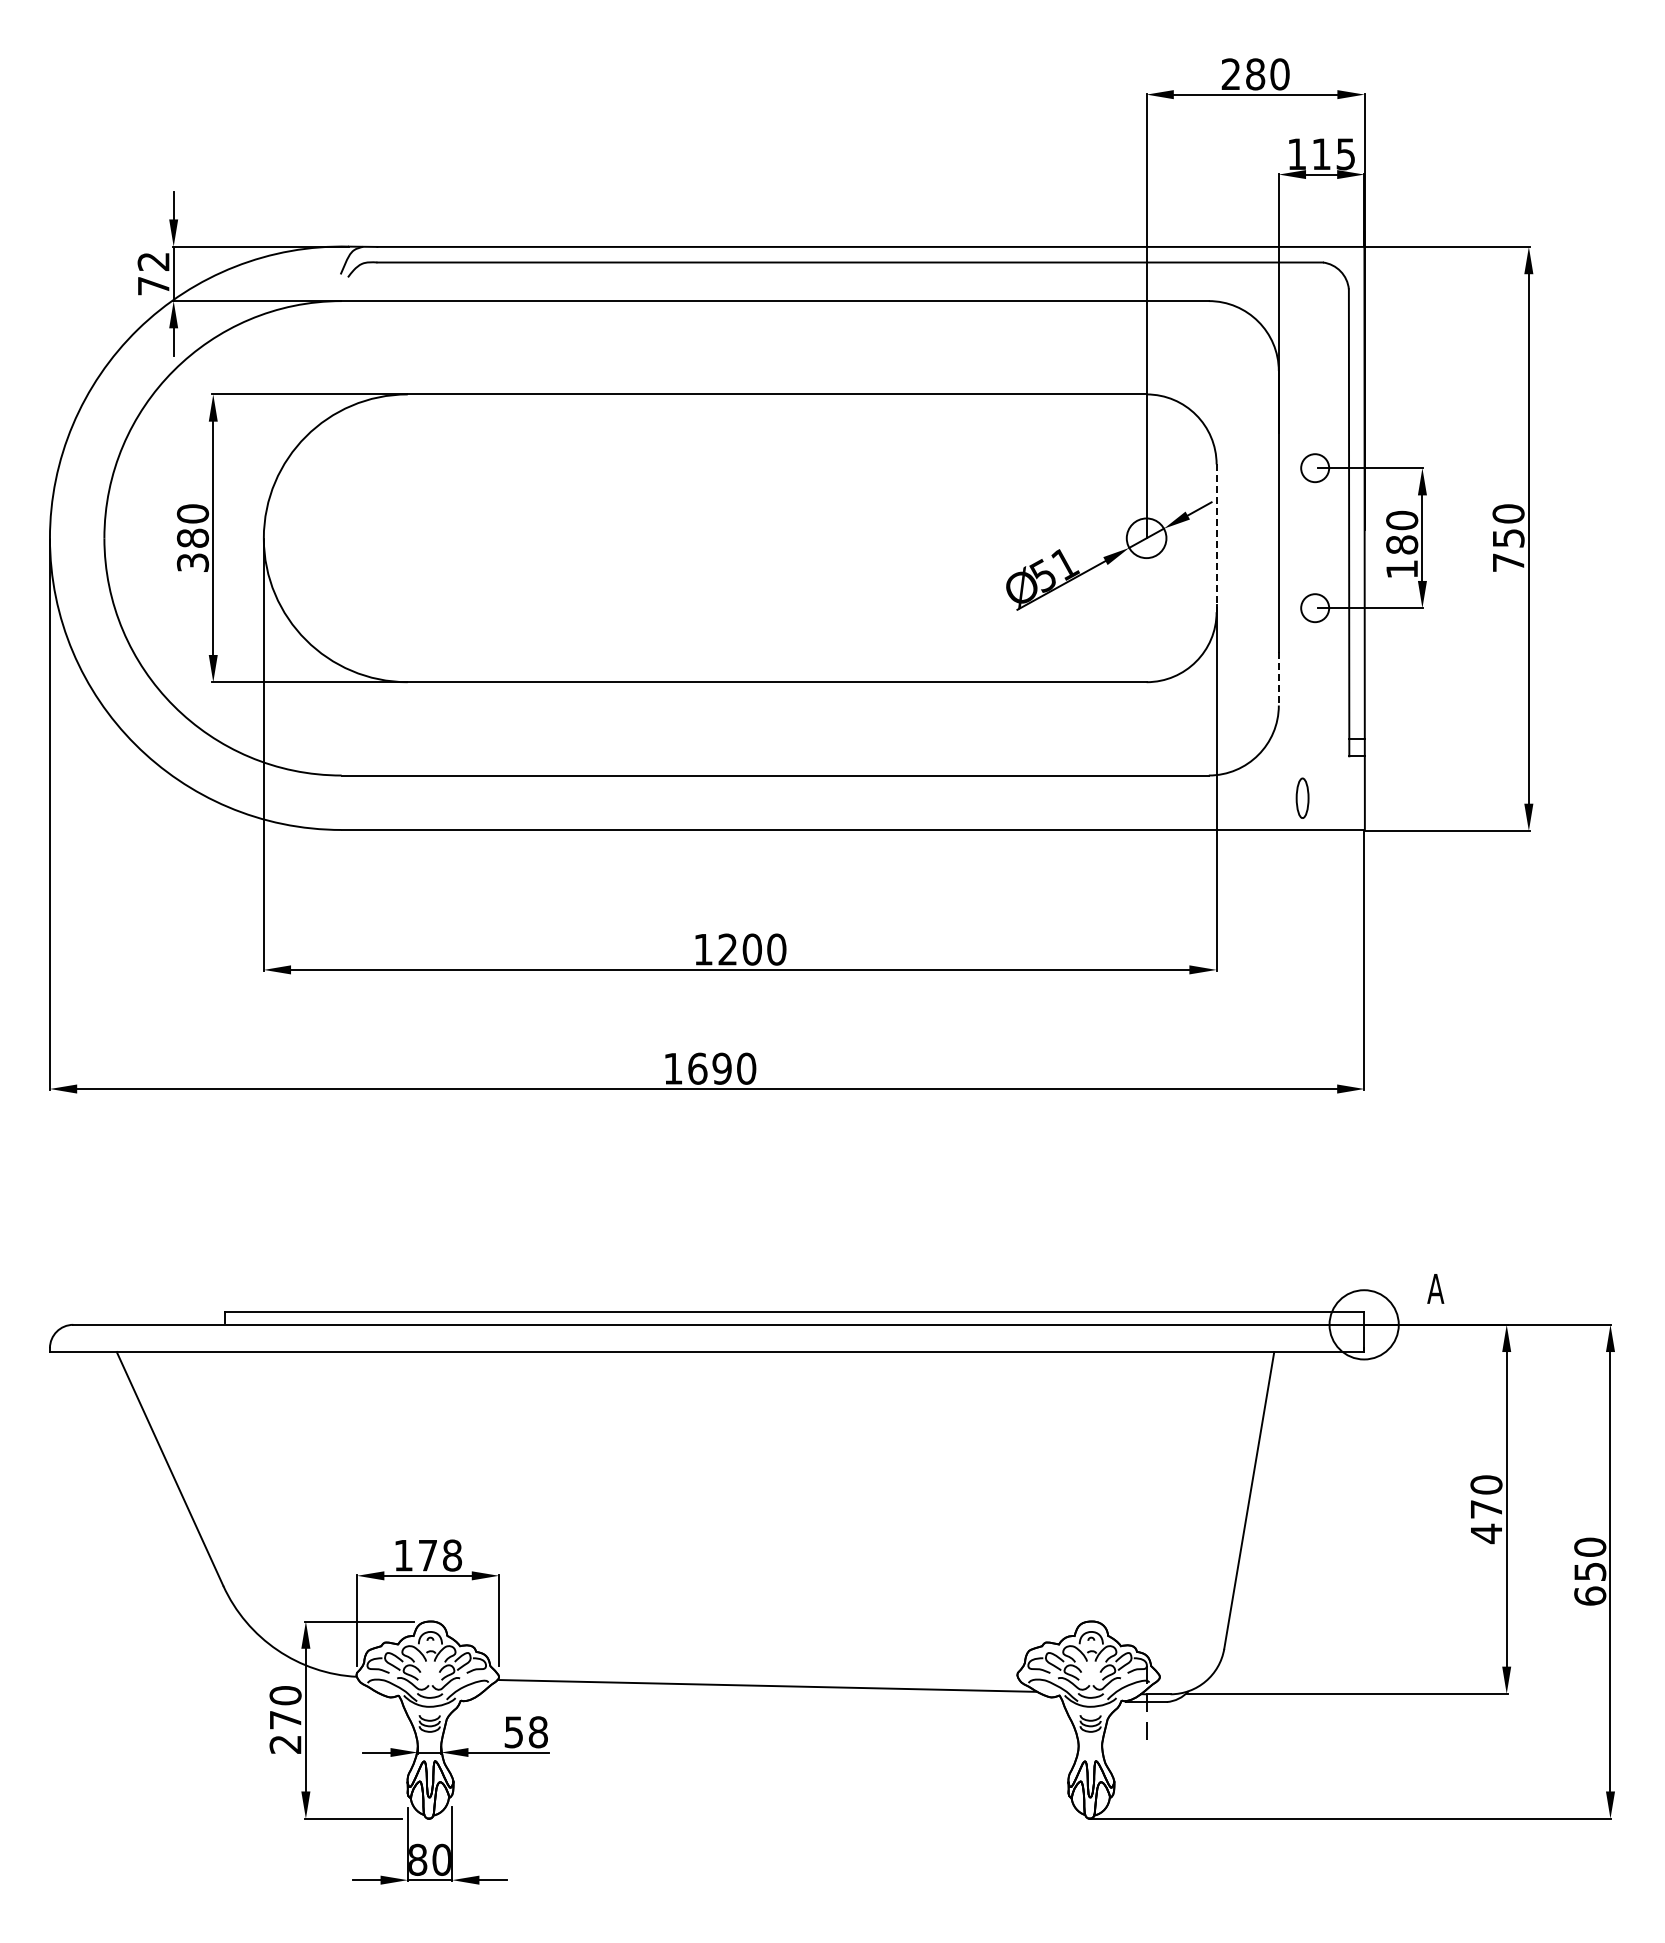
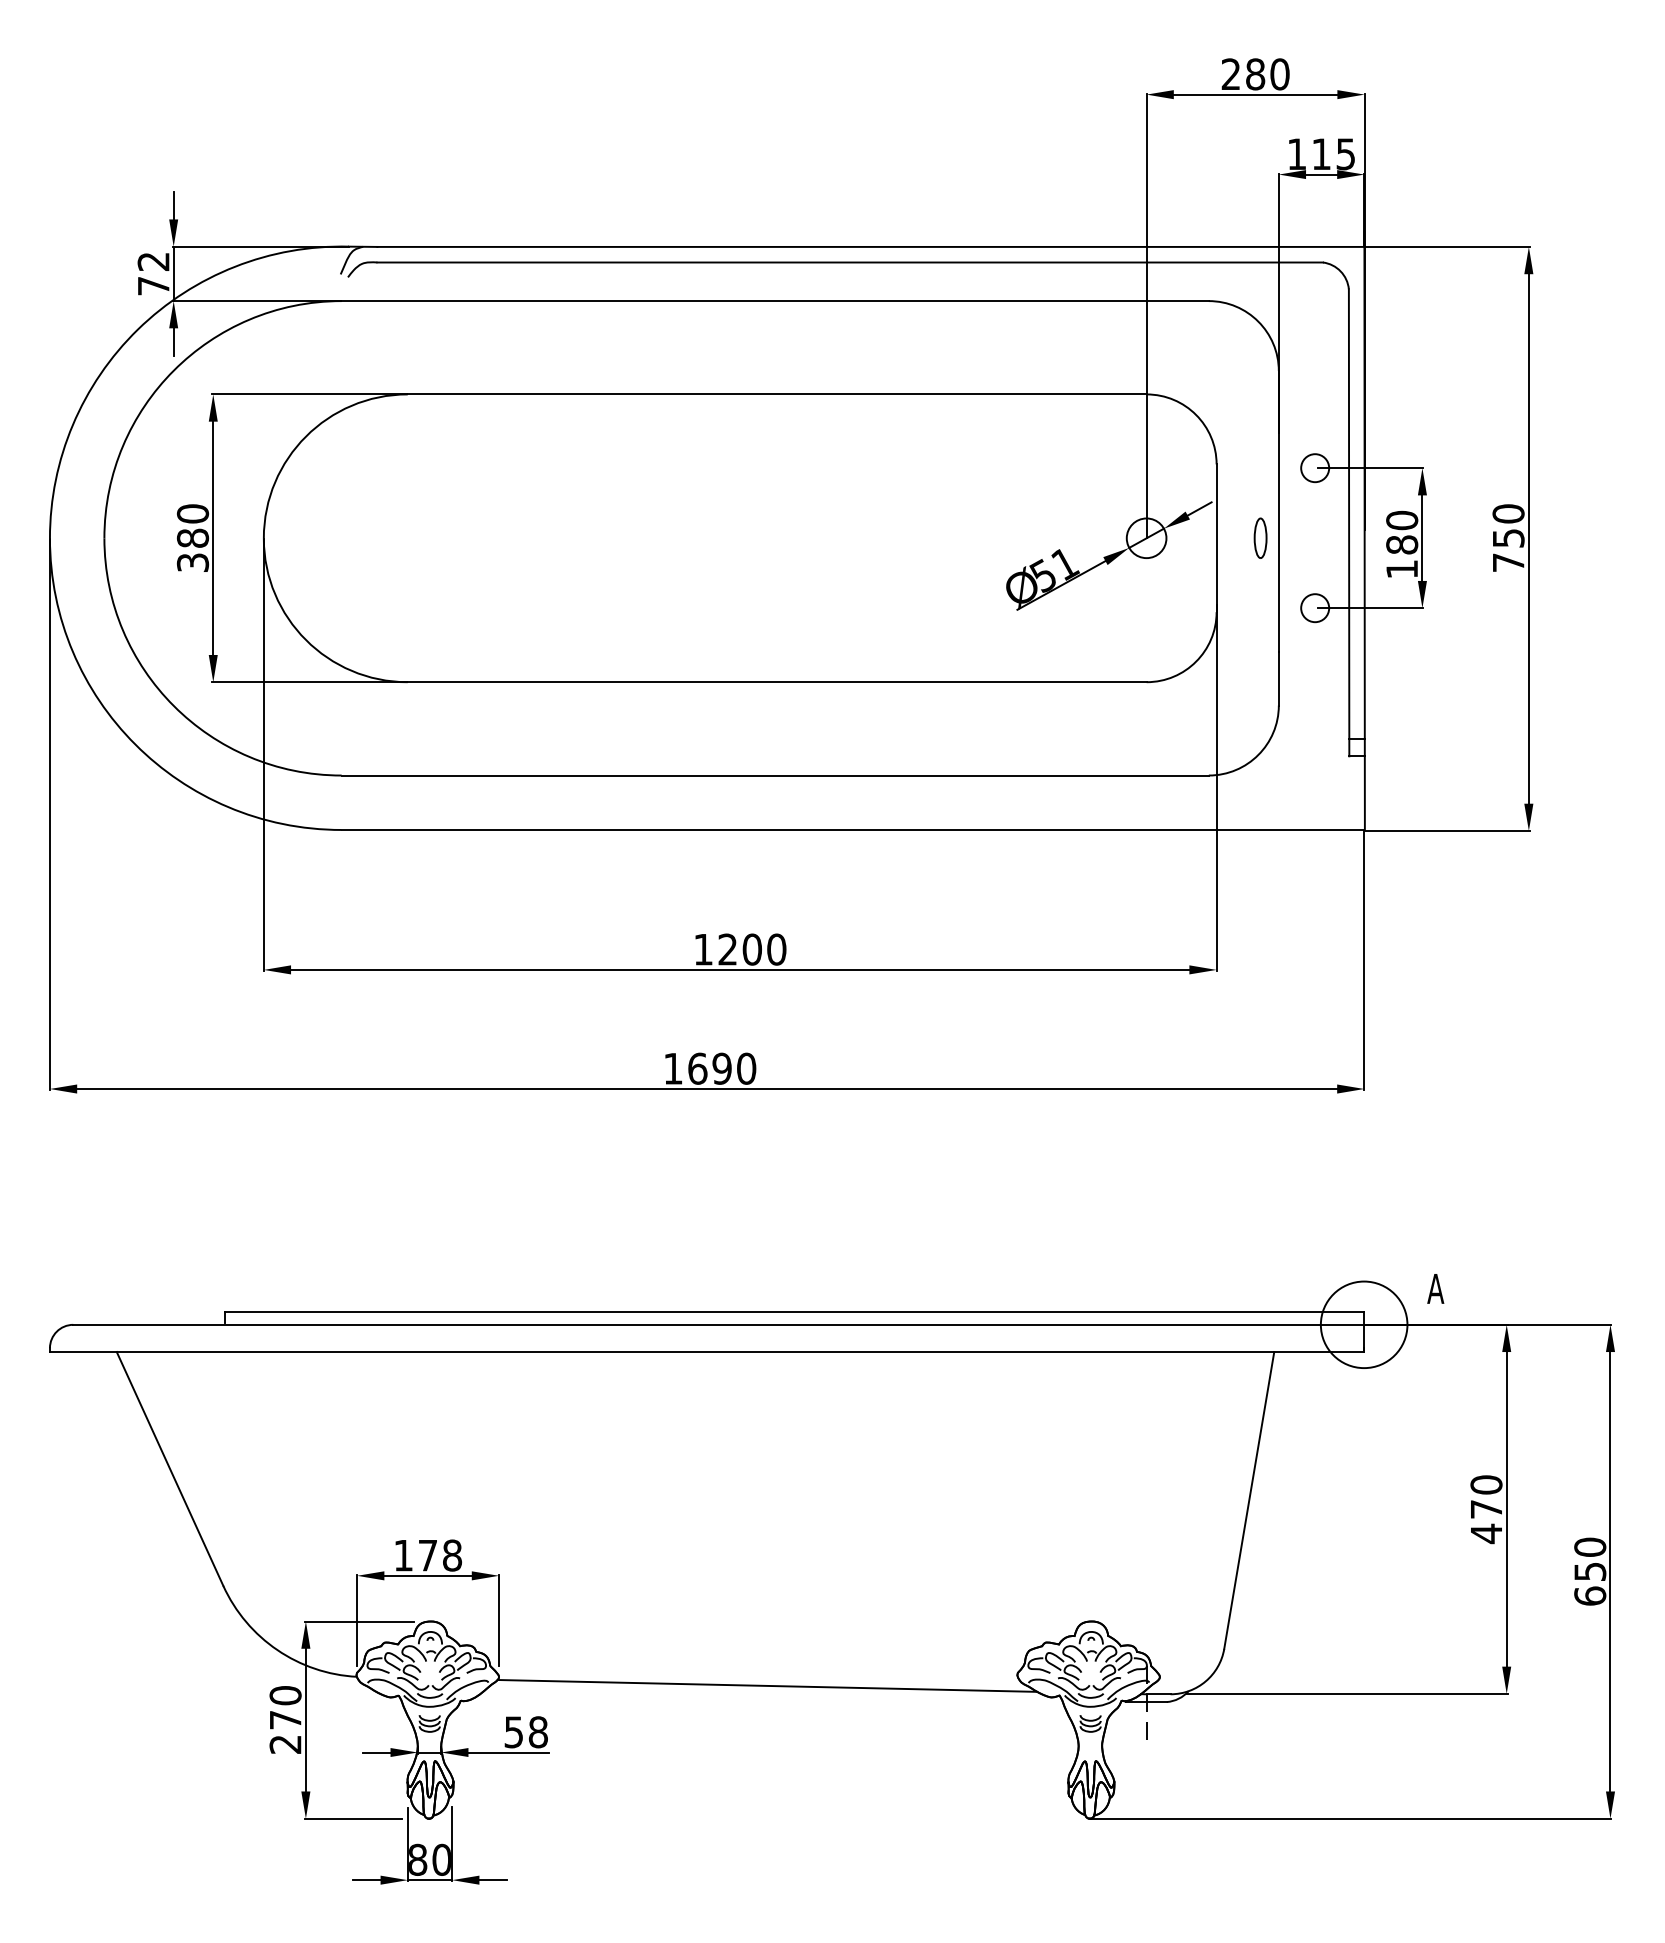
line at (1216, 538): dashed -> solid
line at (1278, 678): dashed -> solid
part at (1302, 797) position: (1302, 797) -> (1260, 537)
circle at (1363, 1324) diameter: 69 px -> 87 px
